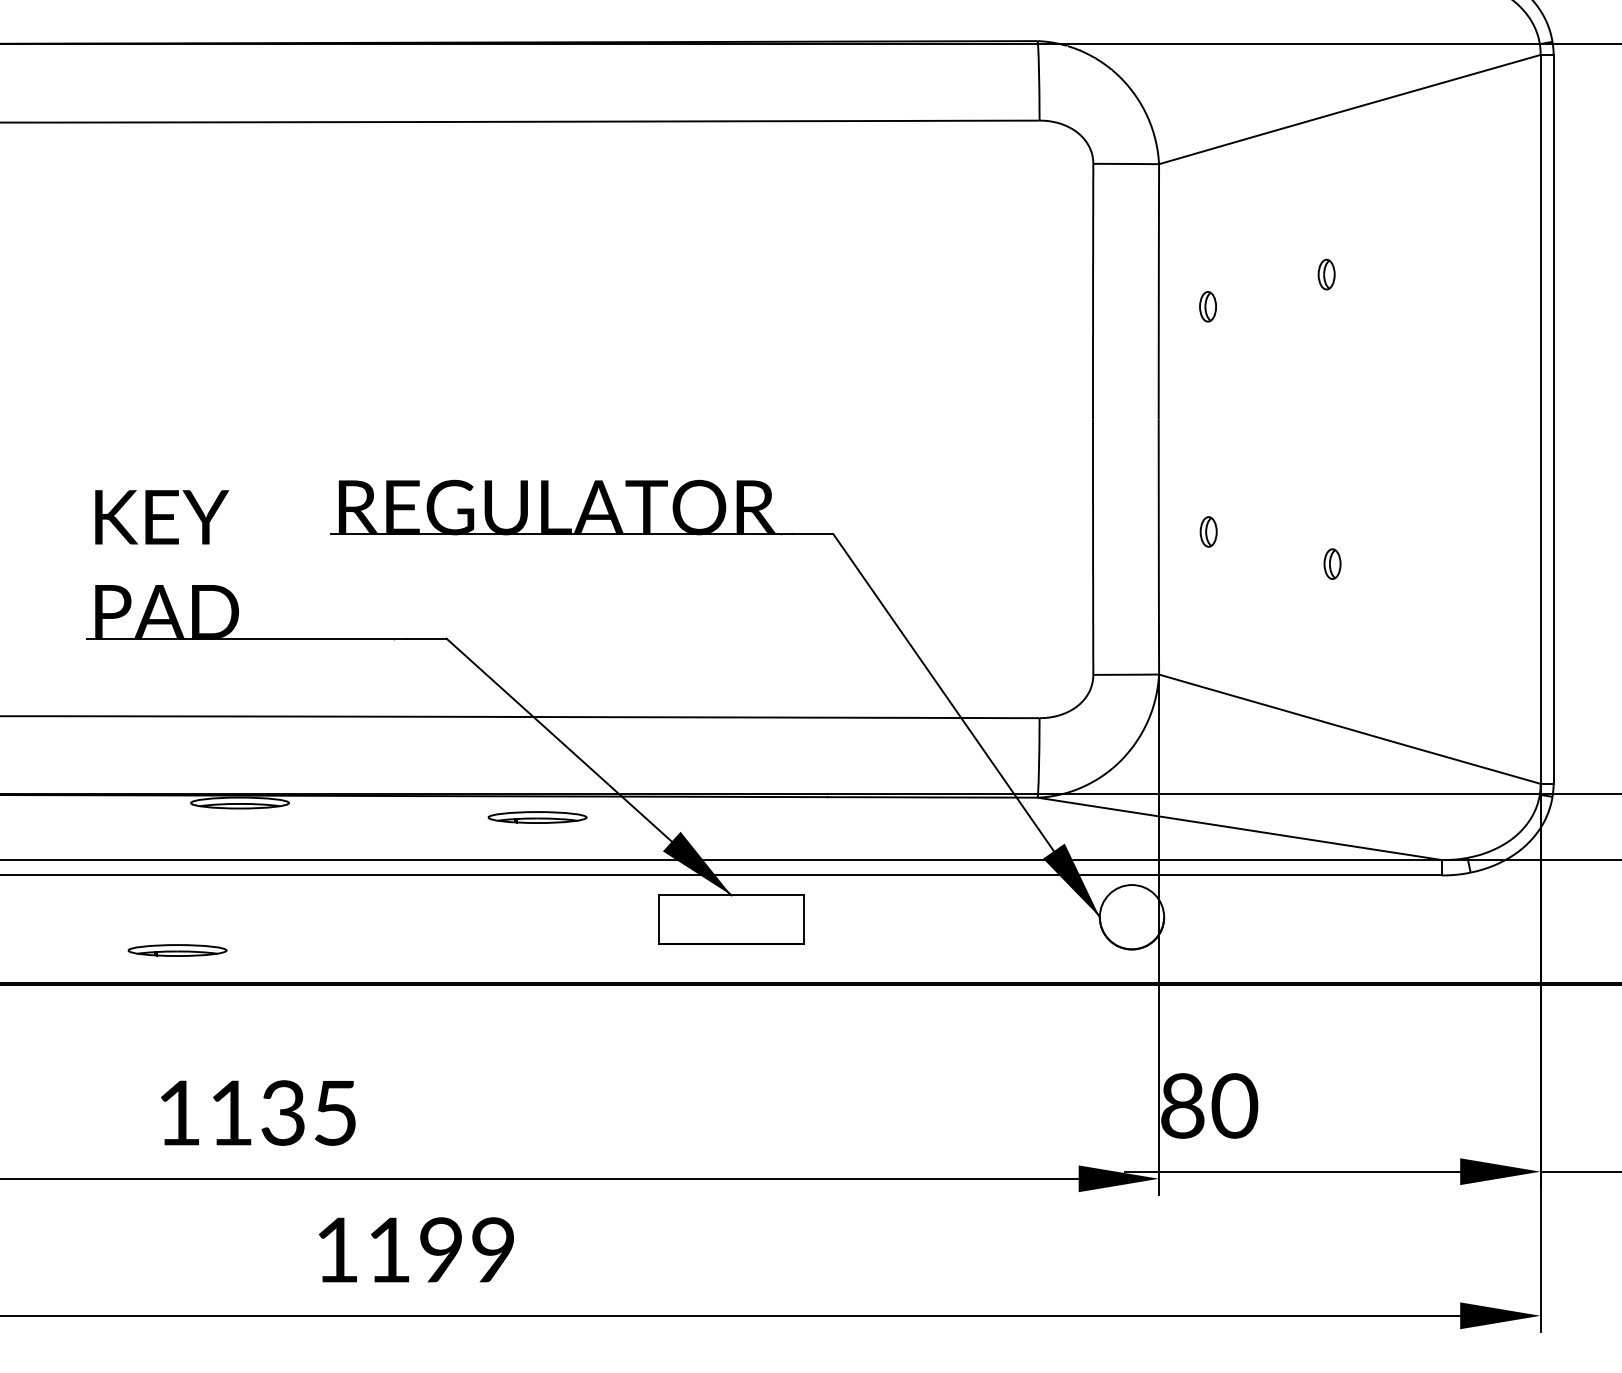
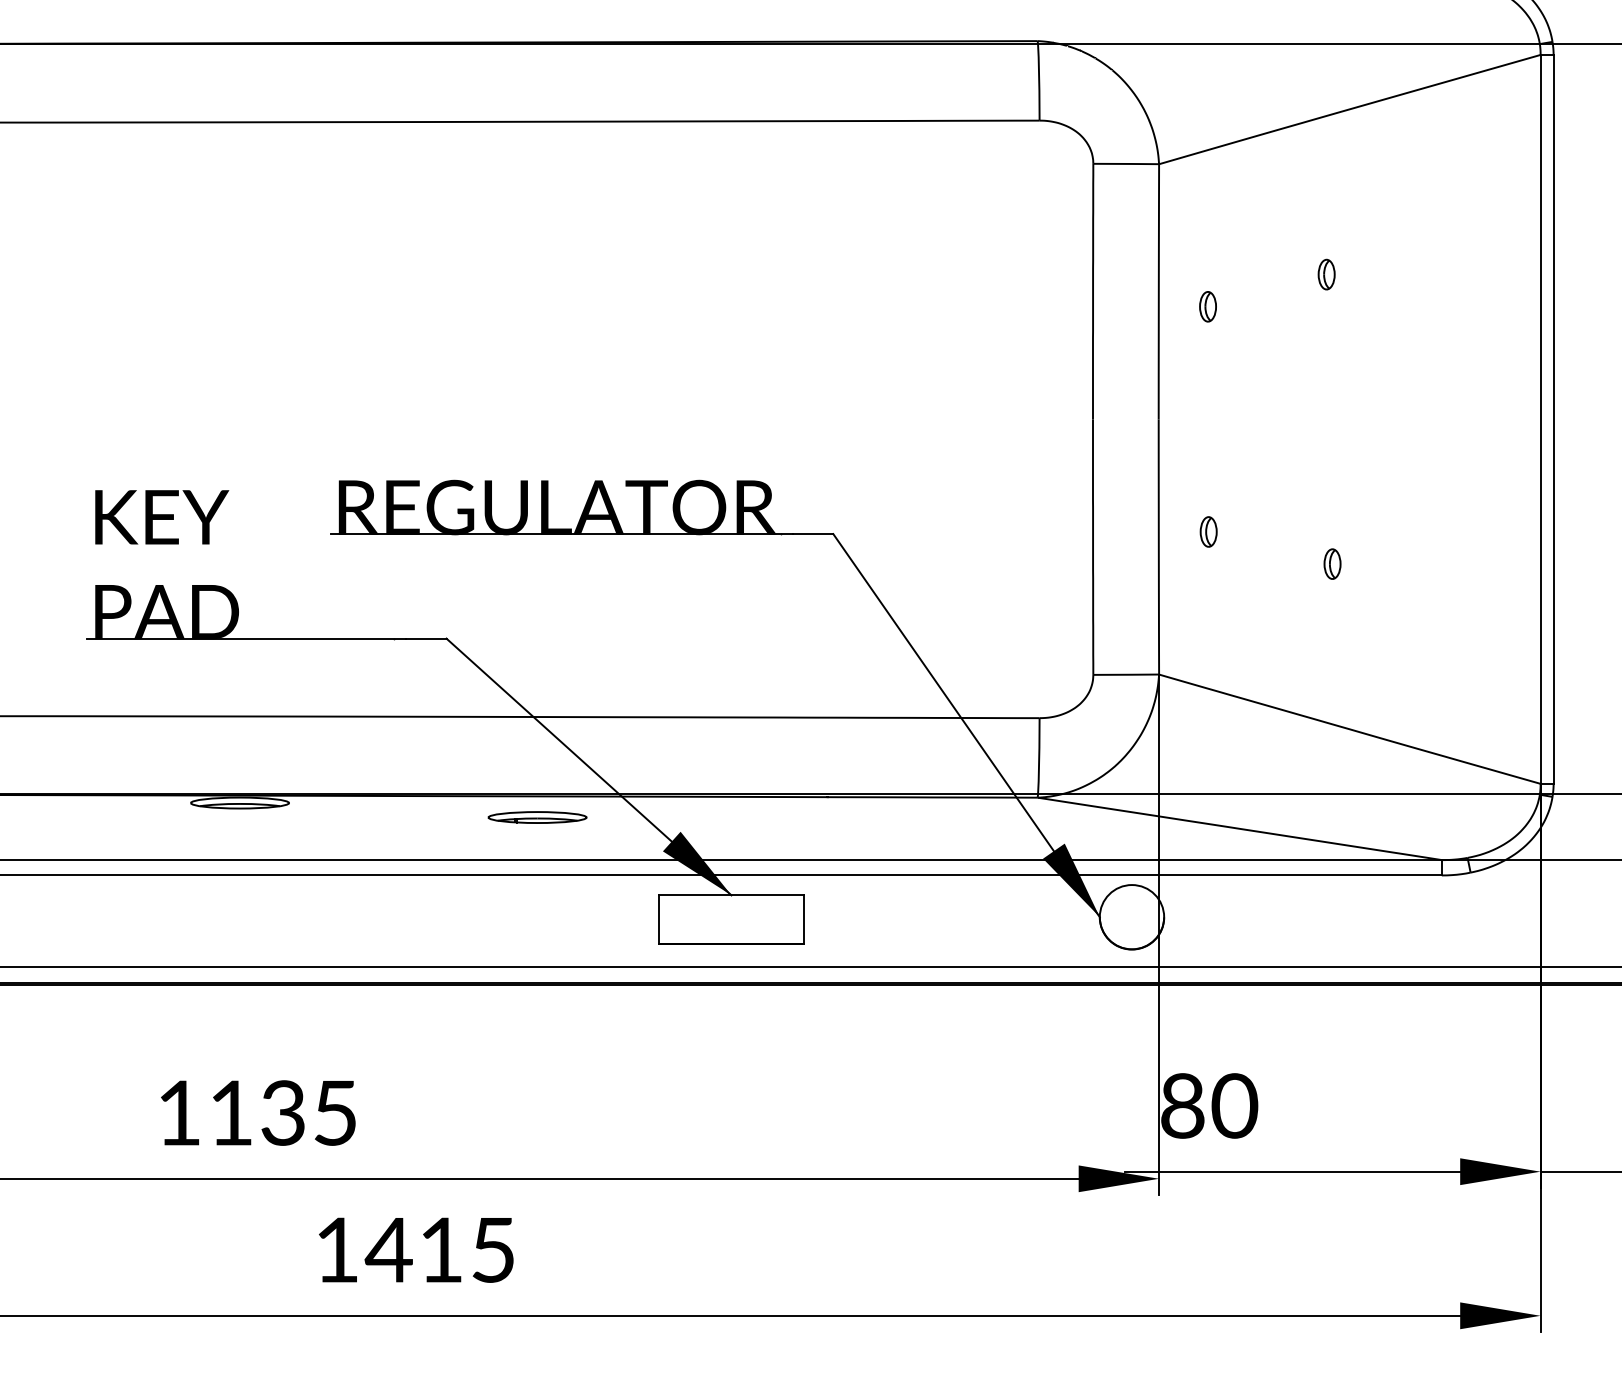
part at (177, 950): present -> none
line at (810, 966): none -> present
text at (438, 1249): 1199 -> 1415
